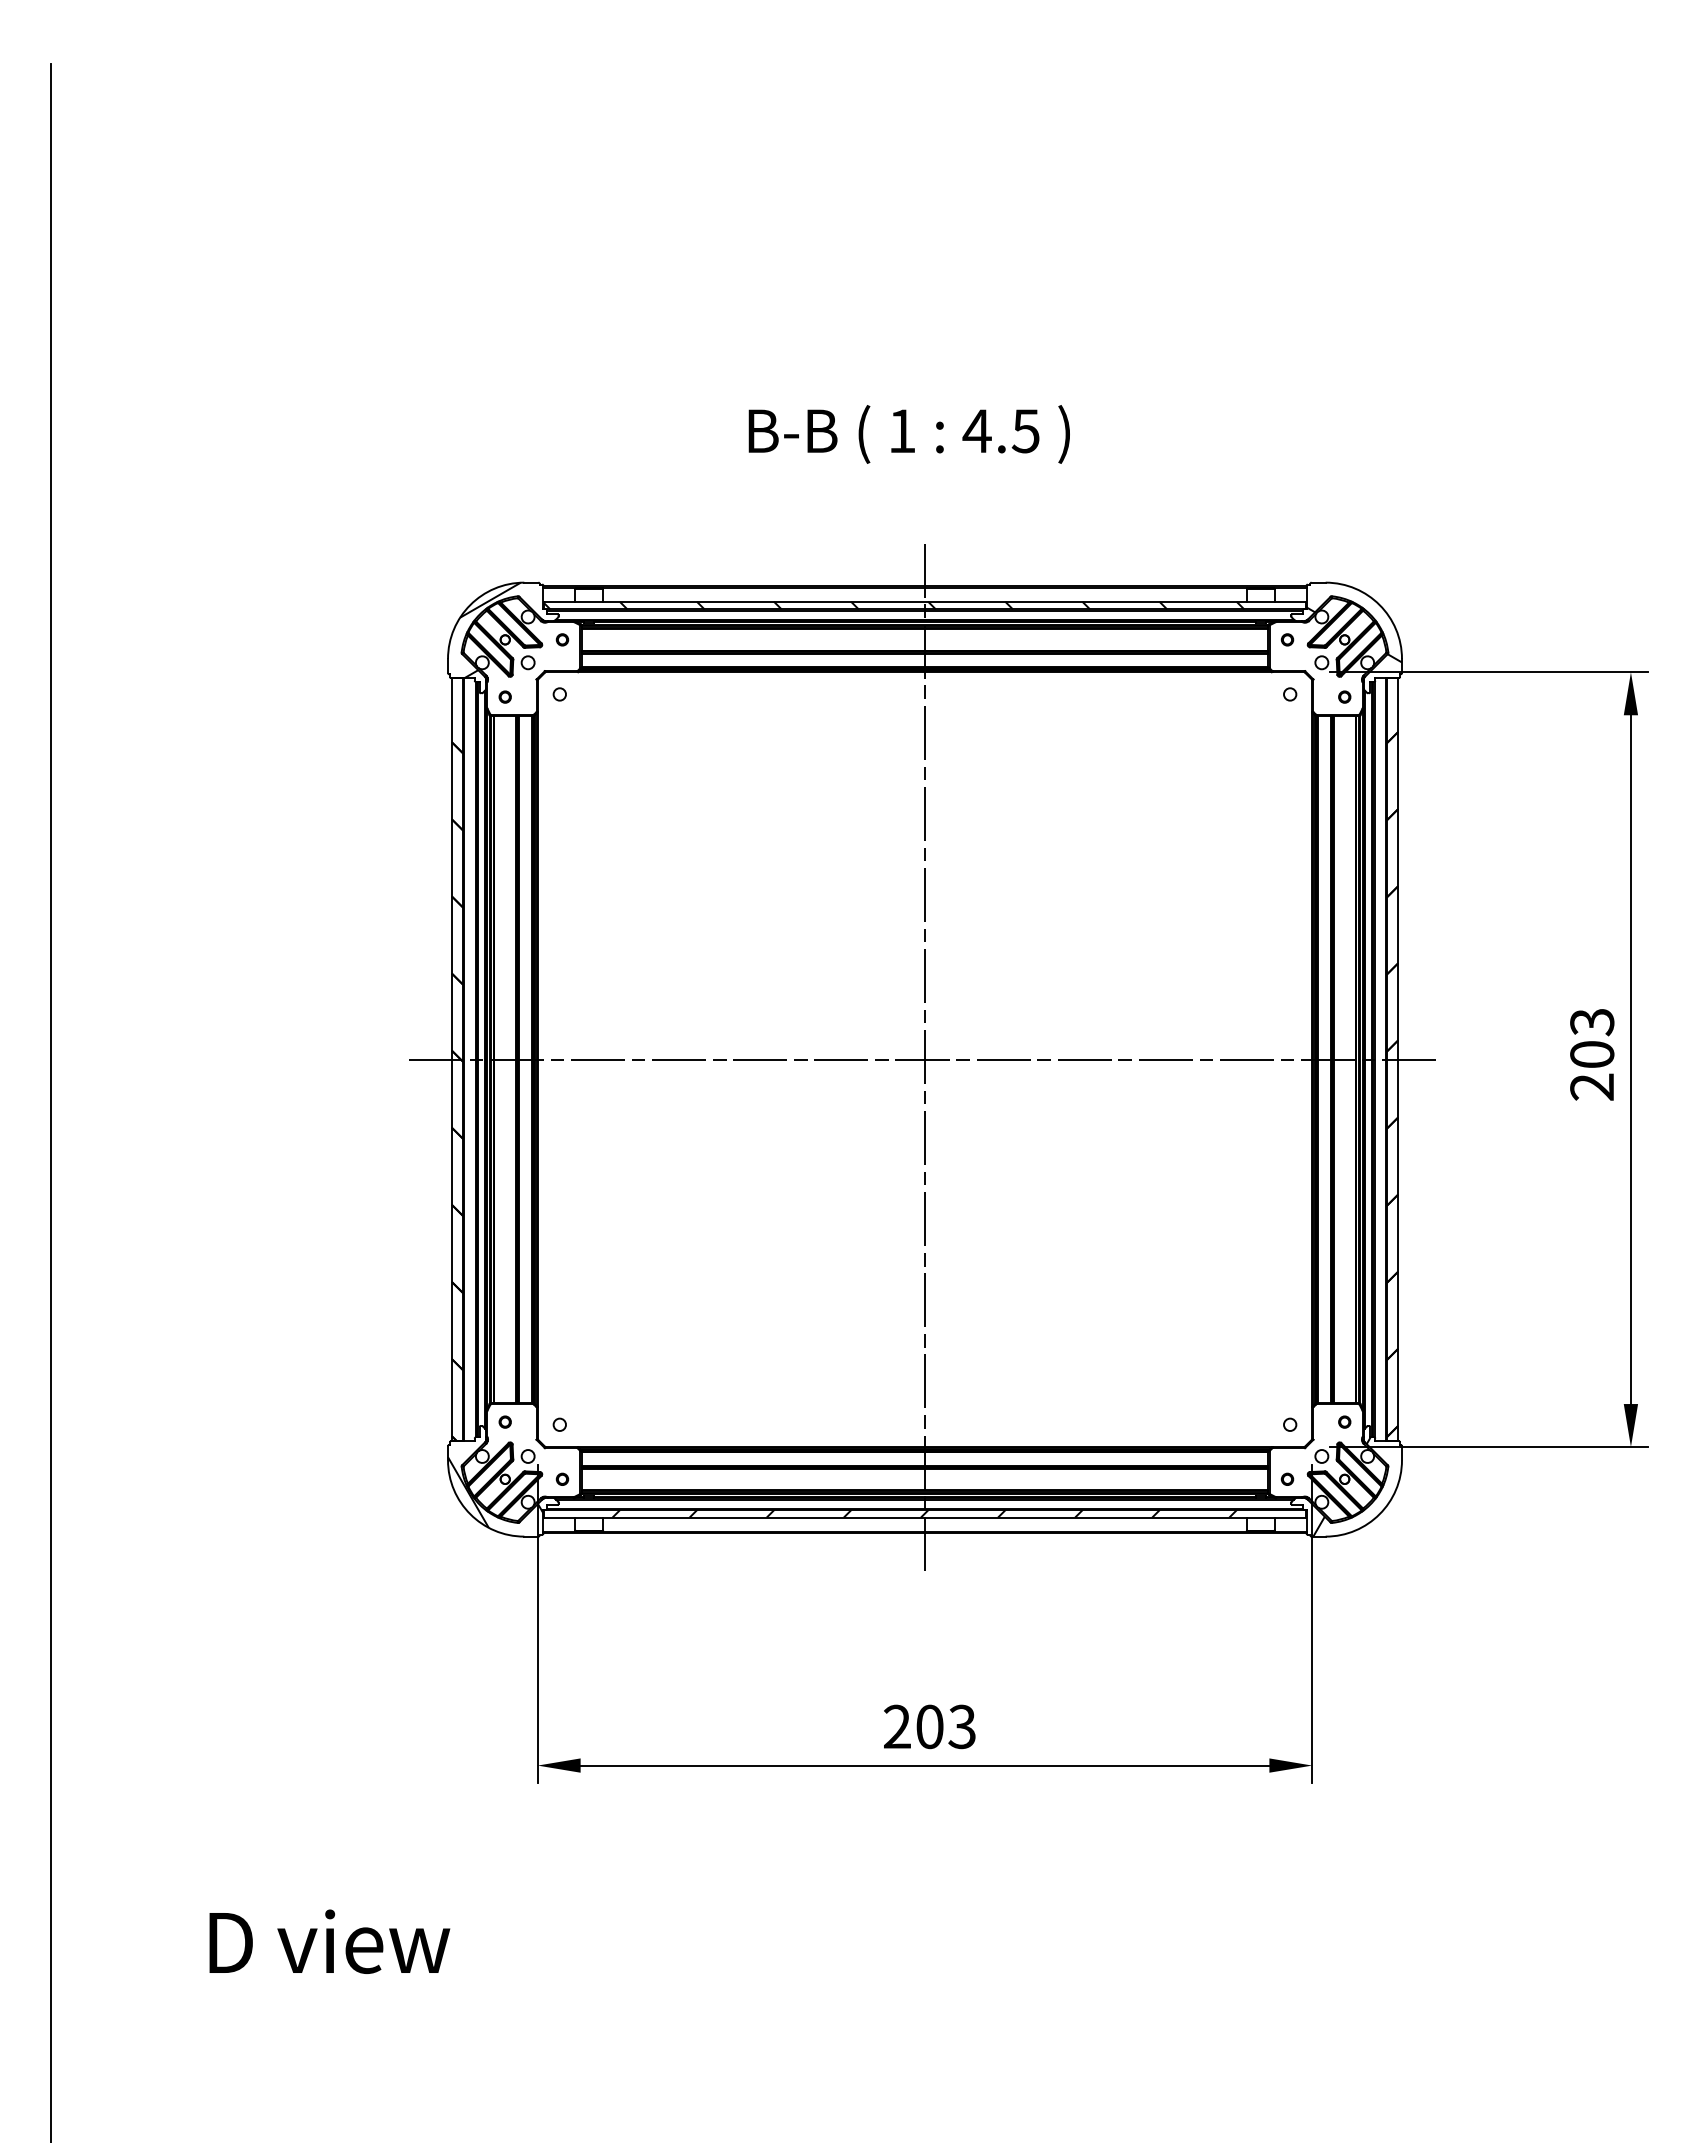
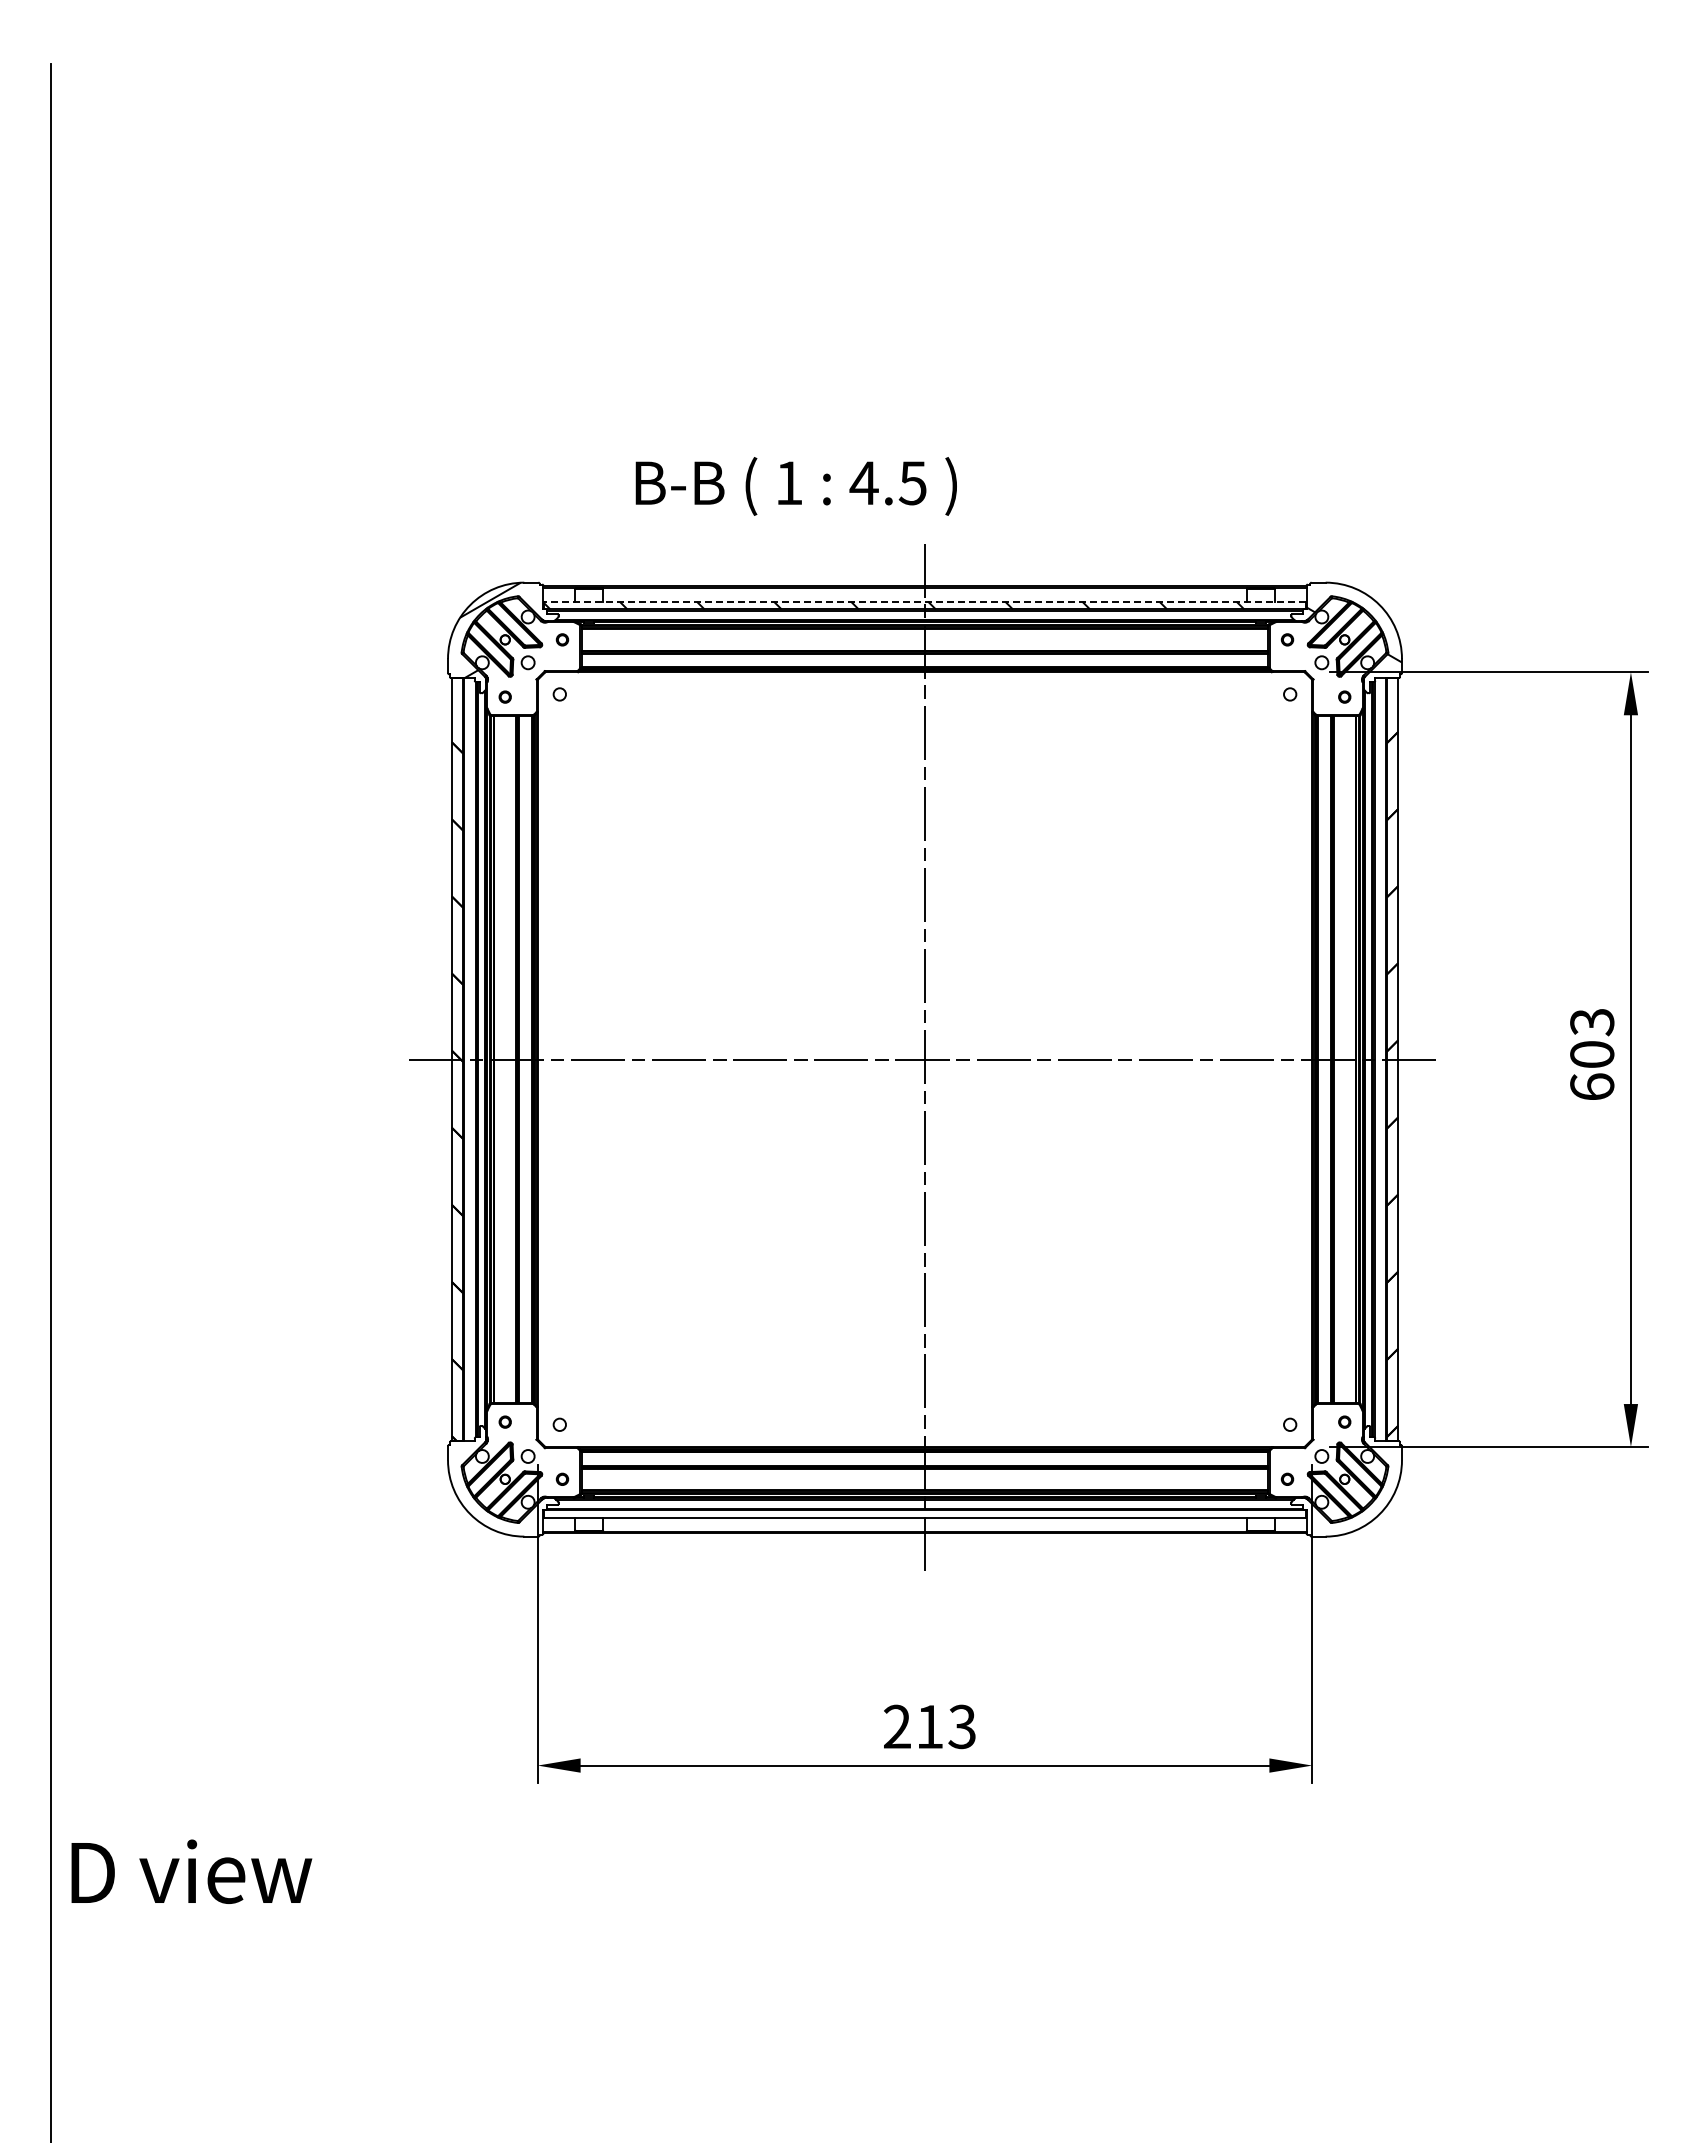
text at (908, 434) position: (908, 434) -> (795, 486)
line at (925, 601): solid -> dashed
text at (1592, 1086): 203 -> 603
hatch at (1341, 1486): present -> none
hatch at (495, 1492): present -> none
hatch at (924, 1513): present -> none
text at (929, 1726): 203 -> 213
text at (329, 1941) position: (329, 1941) -> (191, 1871)
